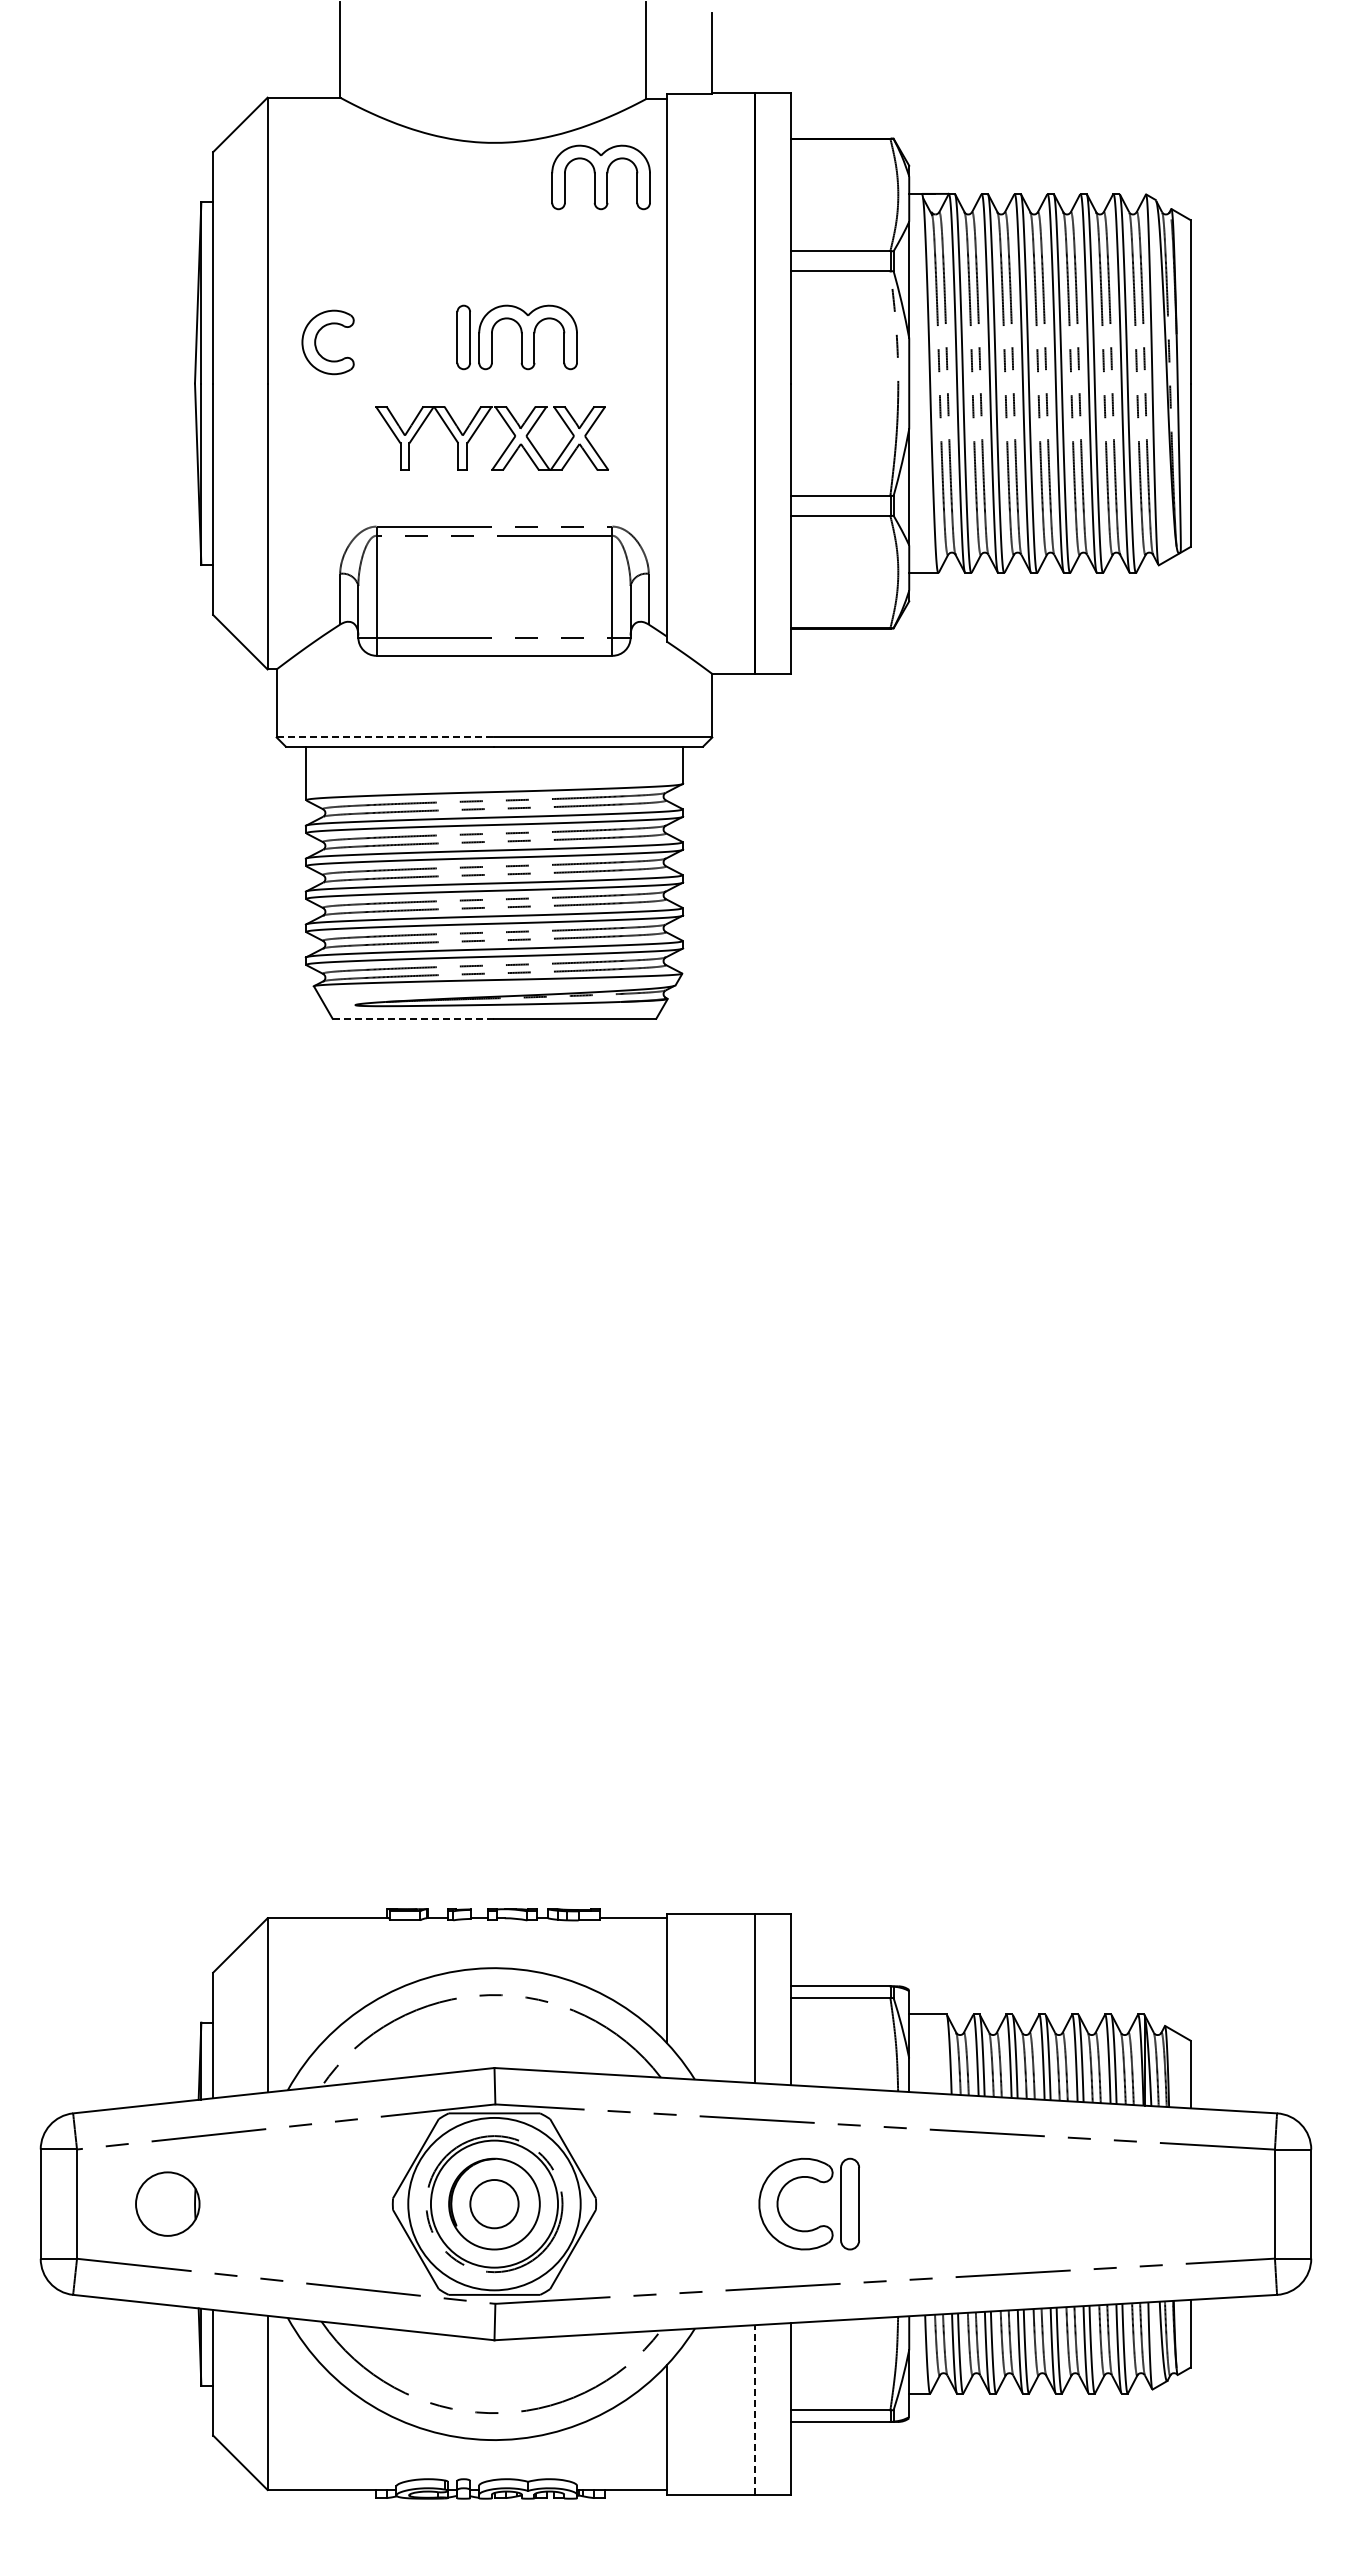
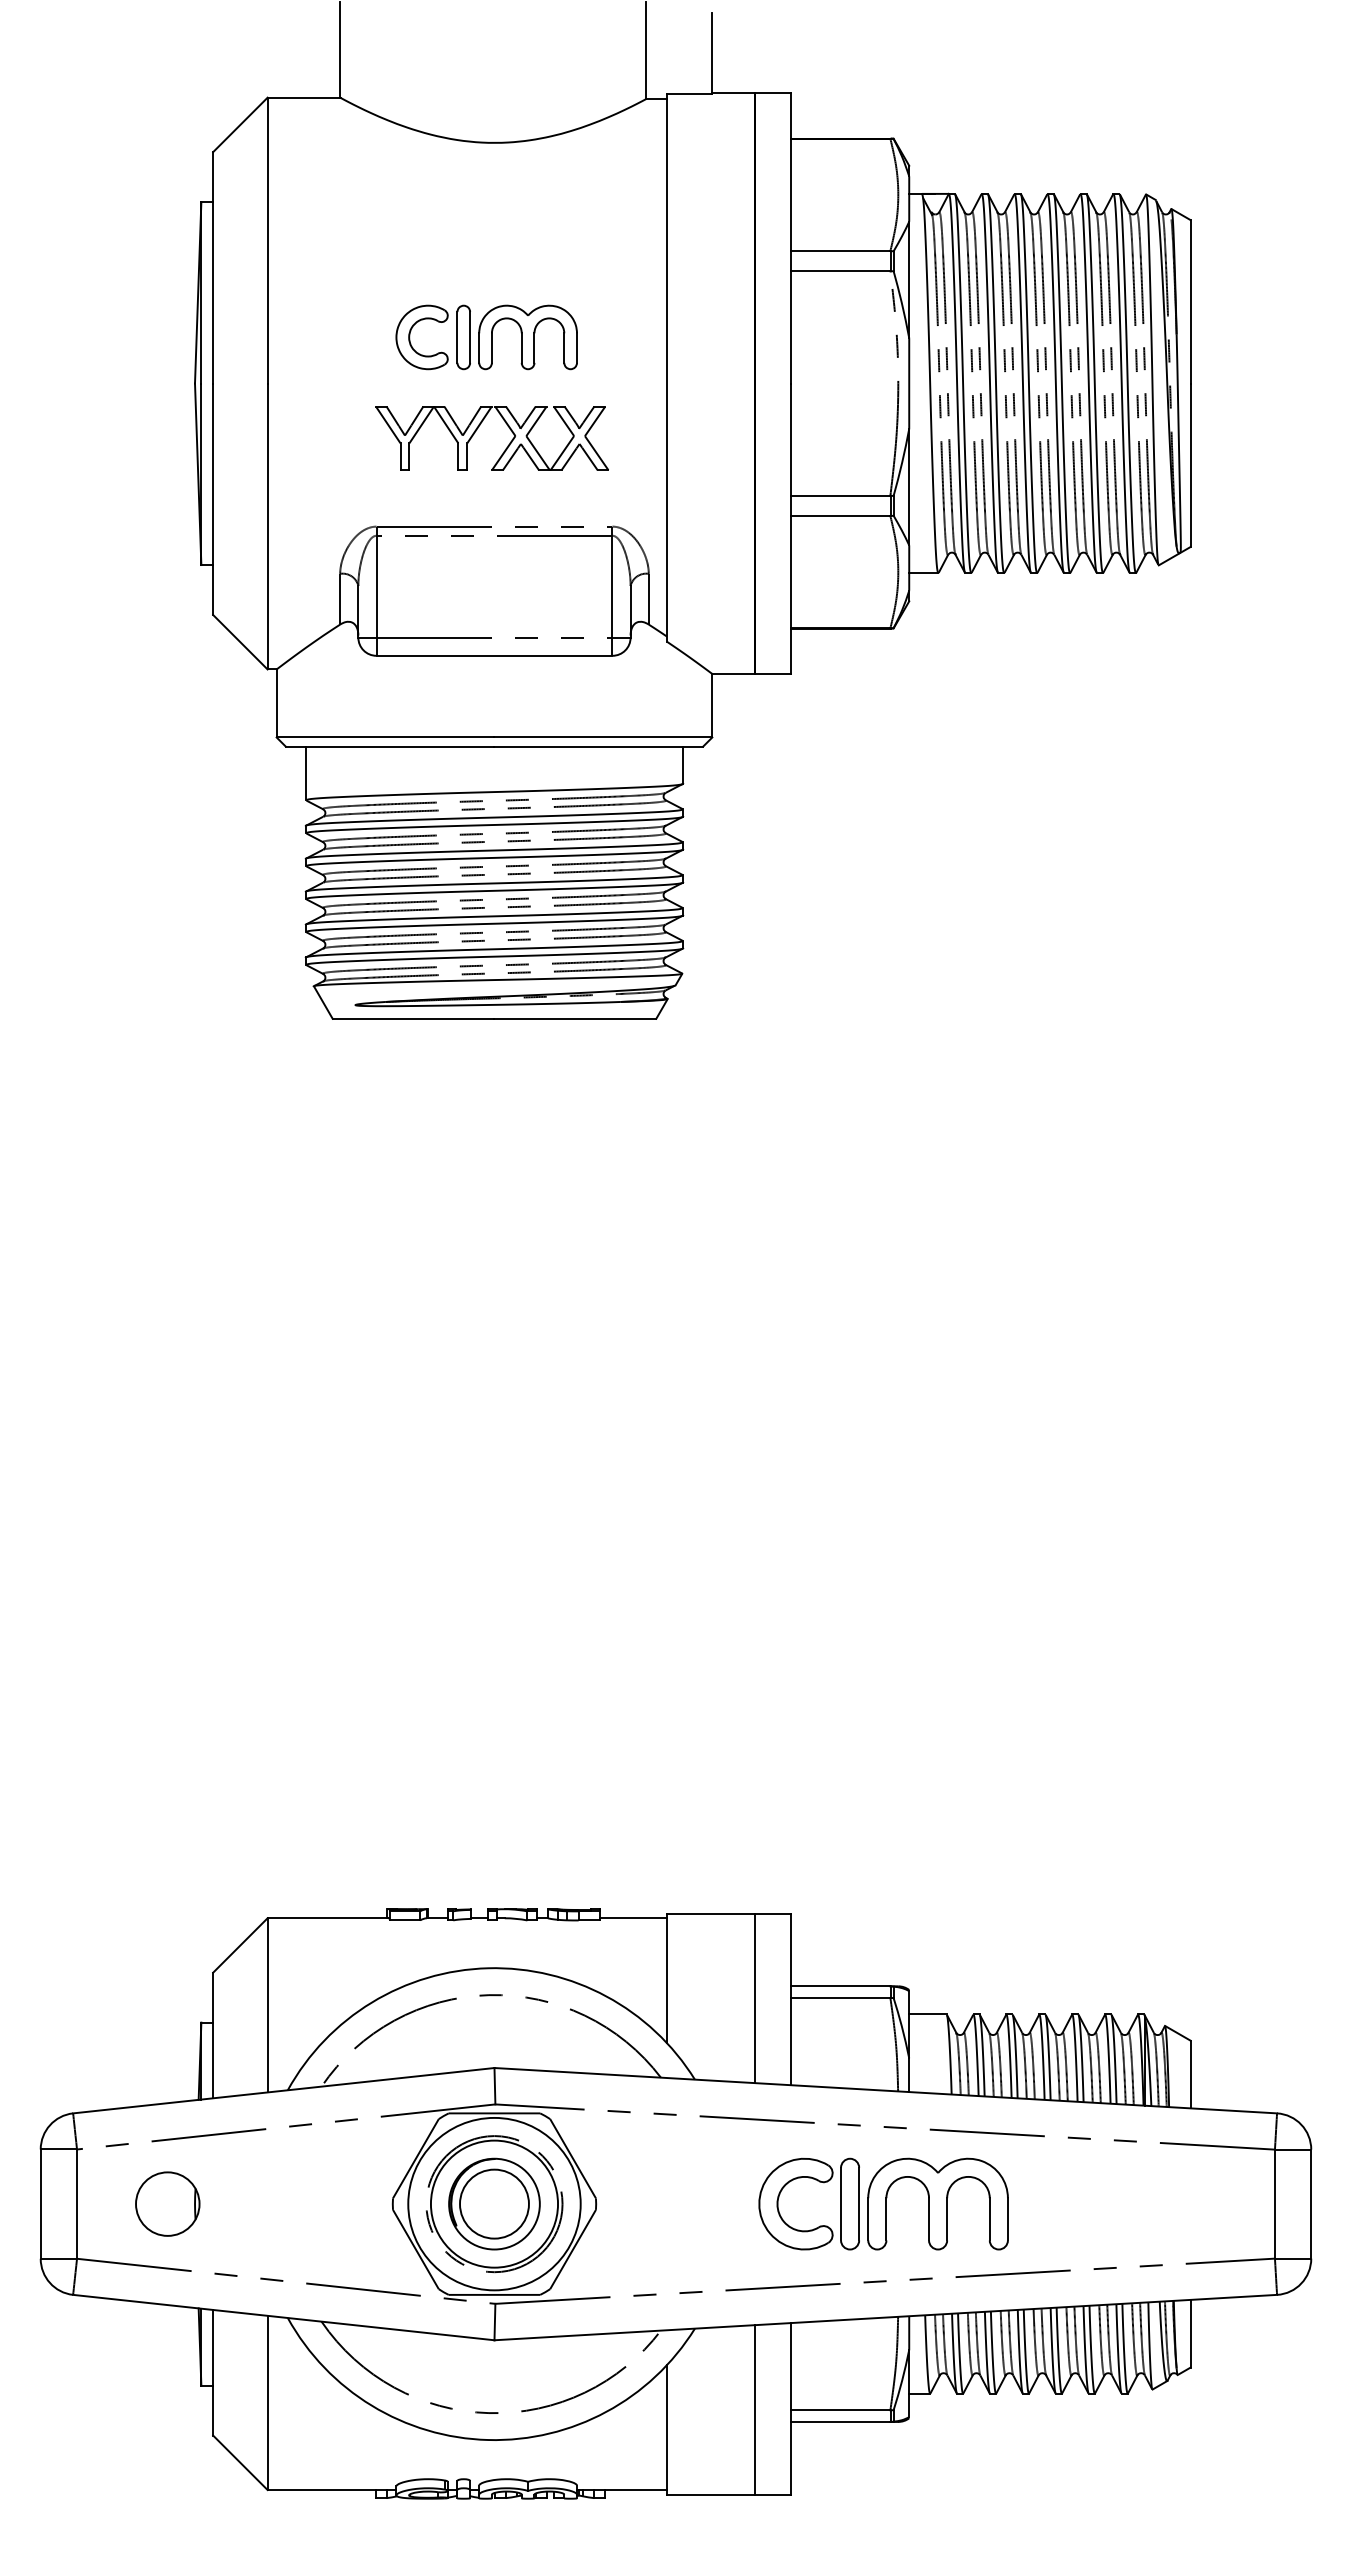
part at (600, 177): present -> none
part at (316, 342) position: (316, 342) -> (410, 337)
line at (385, 737): dashed -> solid
line at (413, 1018): dashed -> solid
part at (937, 2203): none -> present
circle at (494, 2204) diameter: 48 px -> 69 px
line at (754, 2409): dashed -> solid
